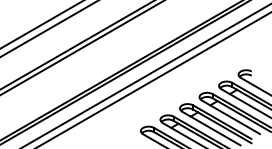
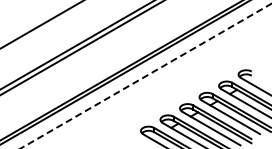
line at (48, 28): present -> none
line at (145, 76): solid -> dashed
line at (154, 79): present -> none
